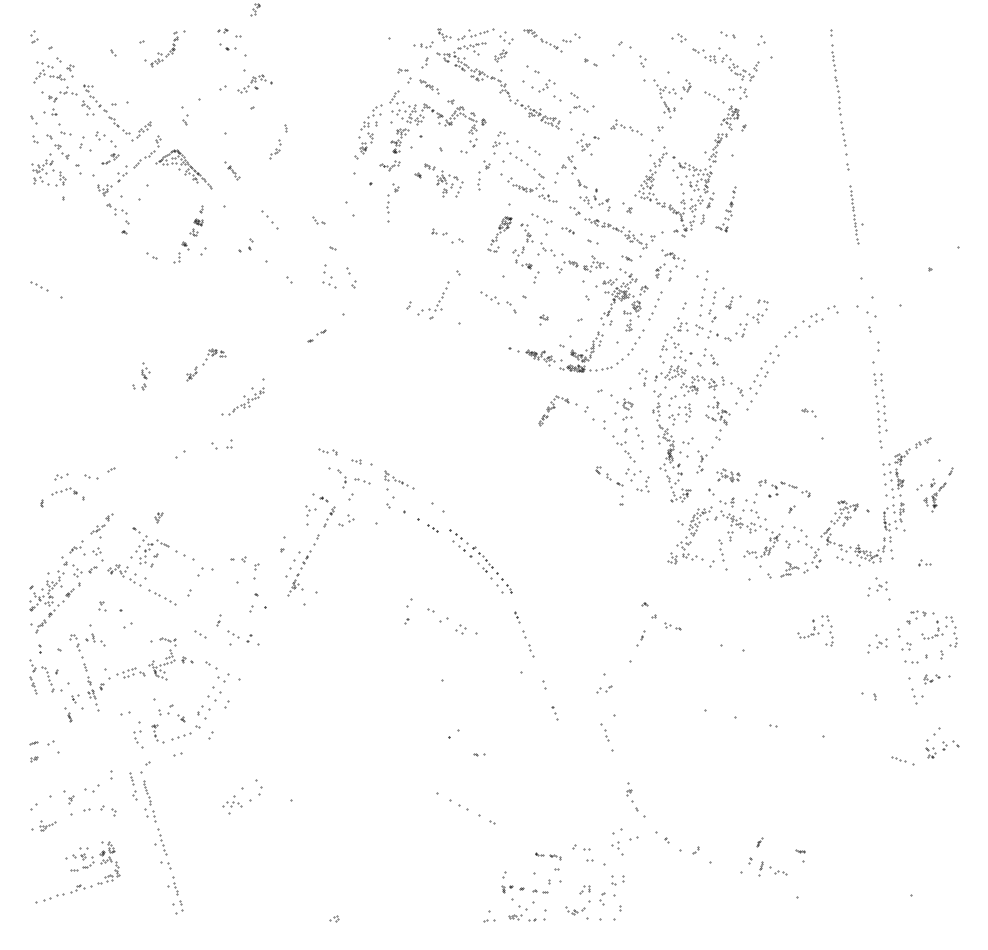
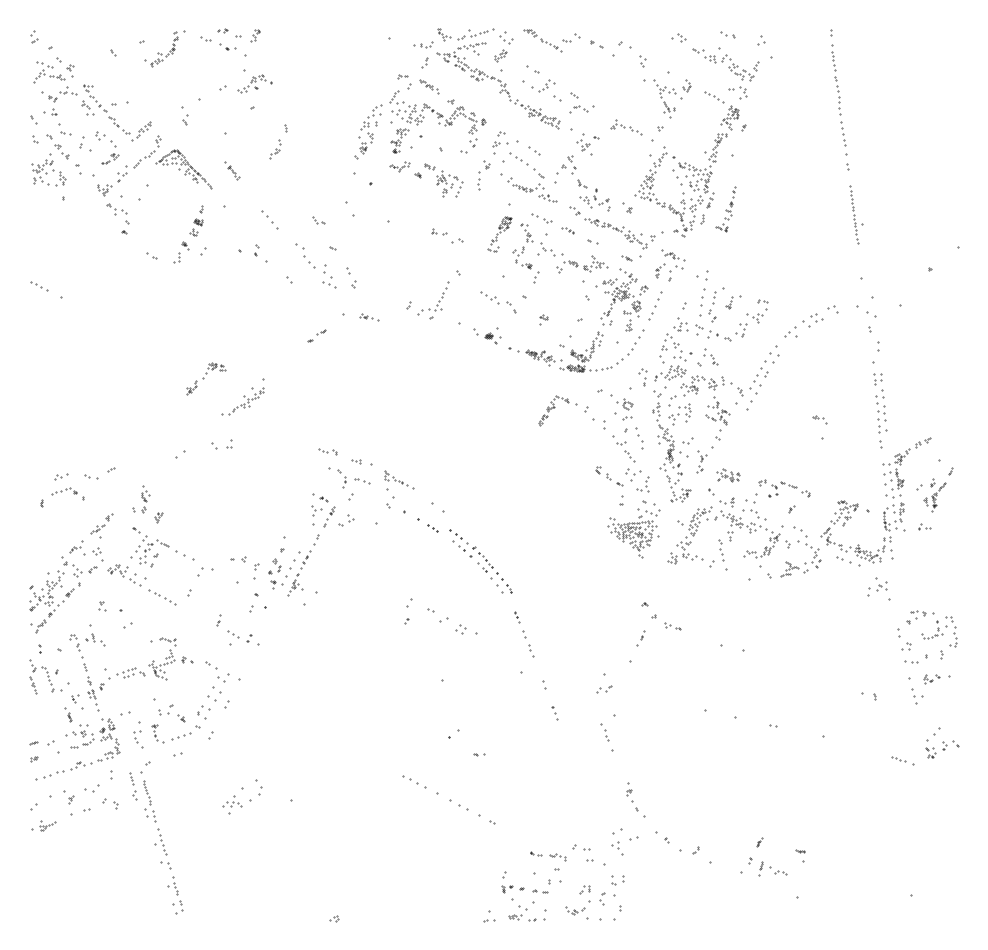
part at (255, 9) position: (255, 9) -> (255, 35)
part at (205, 38): none -> present
part at (590, 62) position: (590, 62) -> (596, 44)
part at (404, 75) position: (404, 75) -> (404, 81)
part at (389, 165) position: (389, 165) -> (399, 166)
part at (392, 198): present -> none
part at (250, 244) position: (250, 244) -> (256, 250)
part at (305, 255): none -> present
part at (369, 317): none -> present
part at (487, 335): none -> present
part at (206, 364) position: (206, 364) -> (206, 378)
part at (141, 376) position: (141, 376) -> (141, 499)
part at (808, 412) position: (808, 412) -> (819, 419)
part at (310, 515) position: (310, 515) -> (316, 515)
part at (633, 529): none -> present
part at (924, 562) position: (924, 562) -> (924, 526)
part at (275, 573): none -> present
part at (815, 630): present -> none
part at (200, 634): present -> none
part at (877, 643): present -> none
part at (414, 781): none -> present
part at (108, 810) position: (108, 810) -> (110, 803)
part at (548, 856) size: 27x9 px -> 37x11 px
part at (77, 872) position: (77, 872) -> (77, 749)
